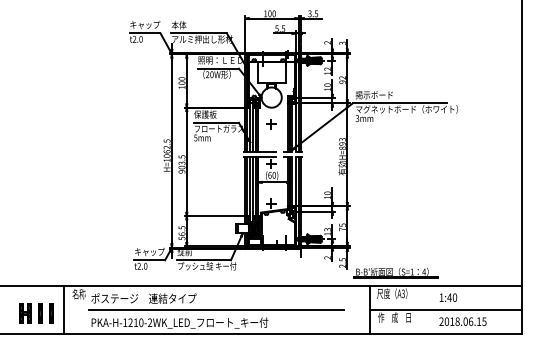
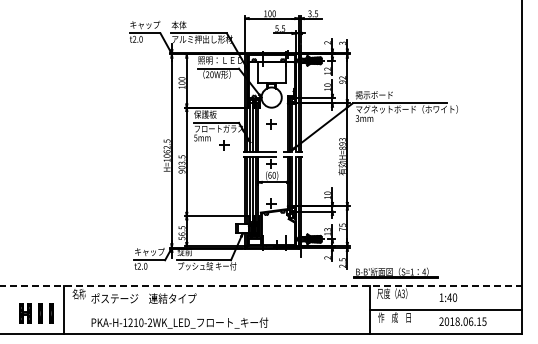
part at (224, 145): none -> present
line at (261, 285): solid -> dashed
line at (216, 309): present -> none
